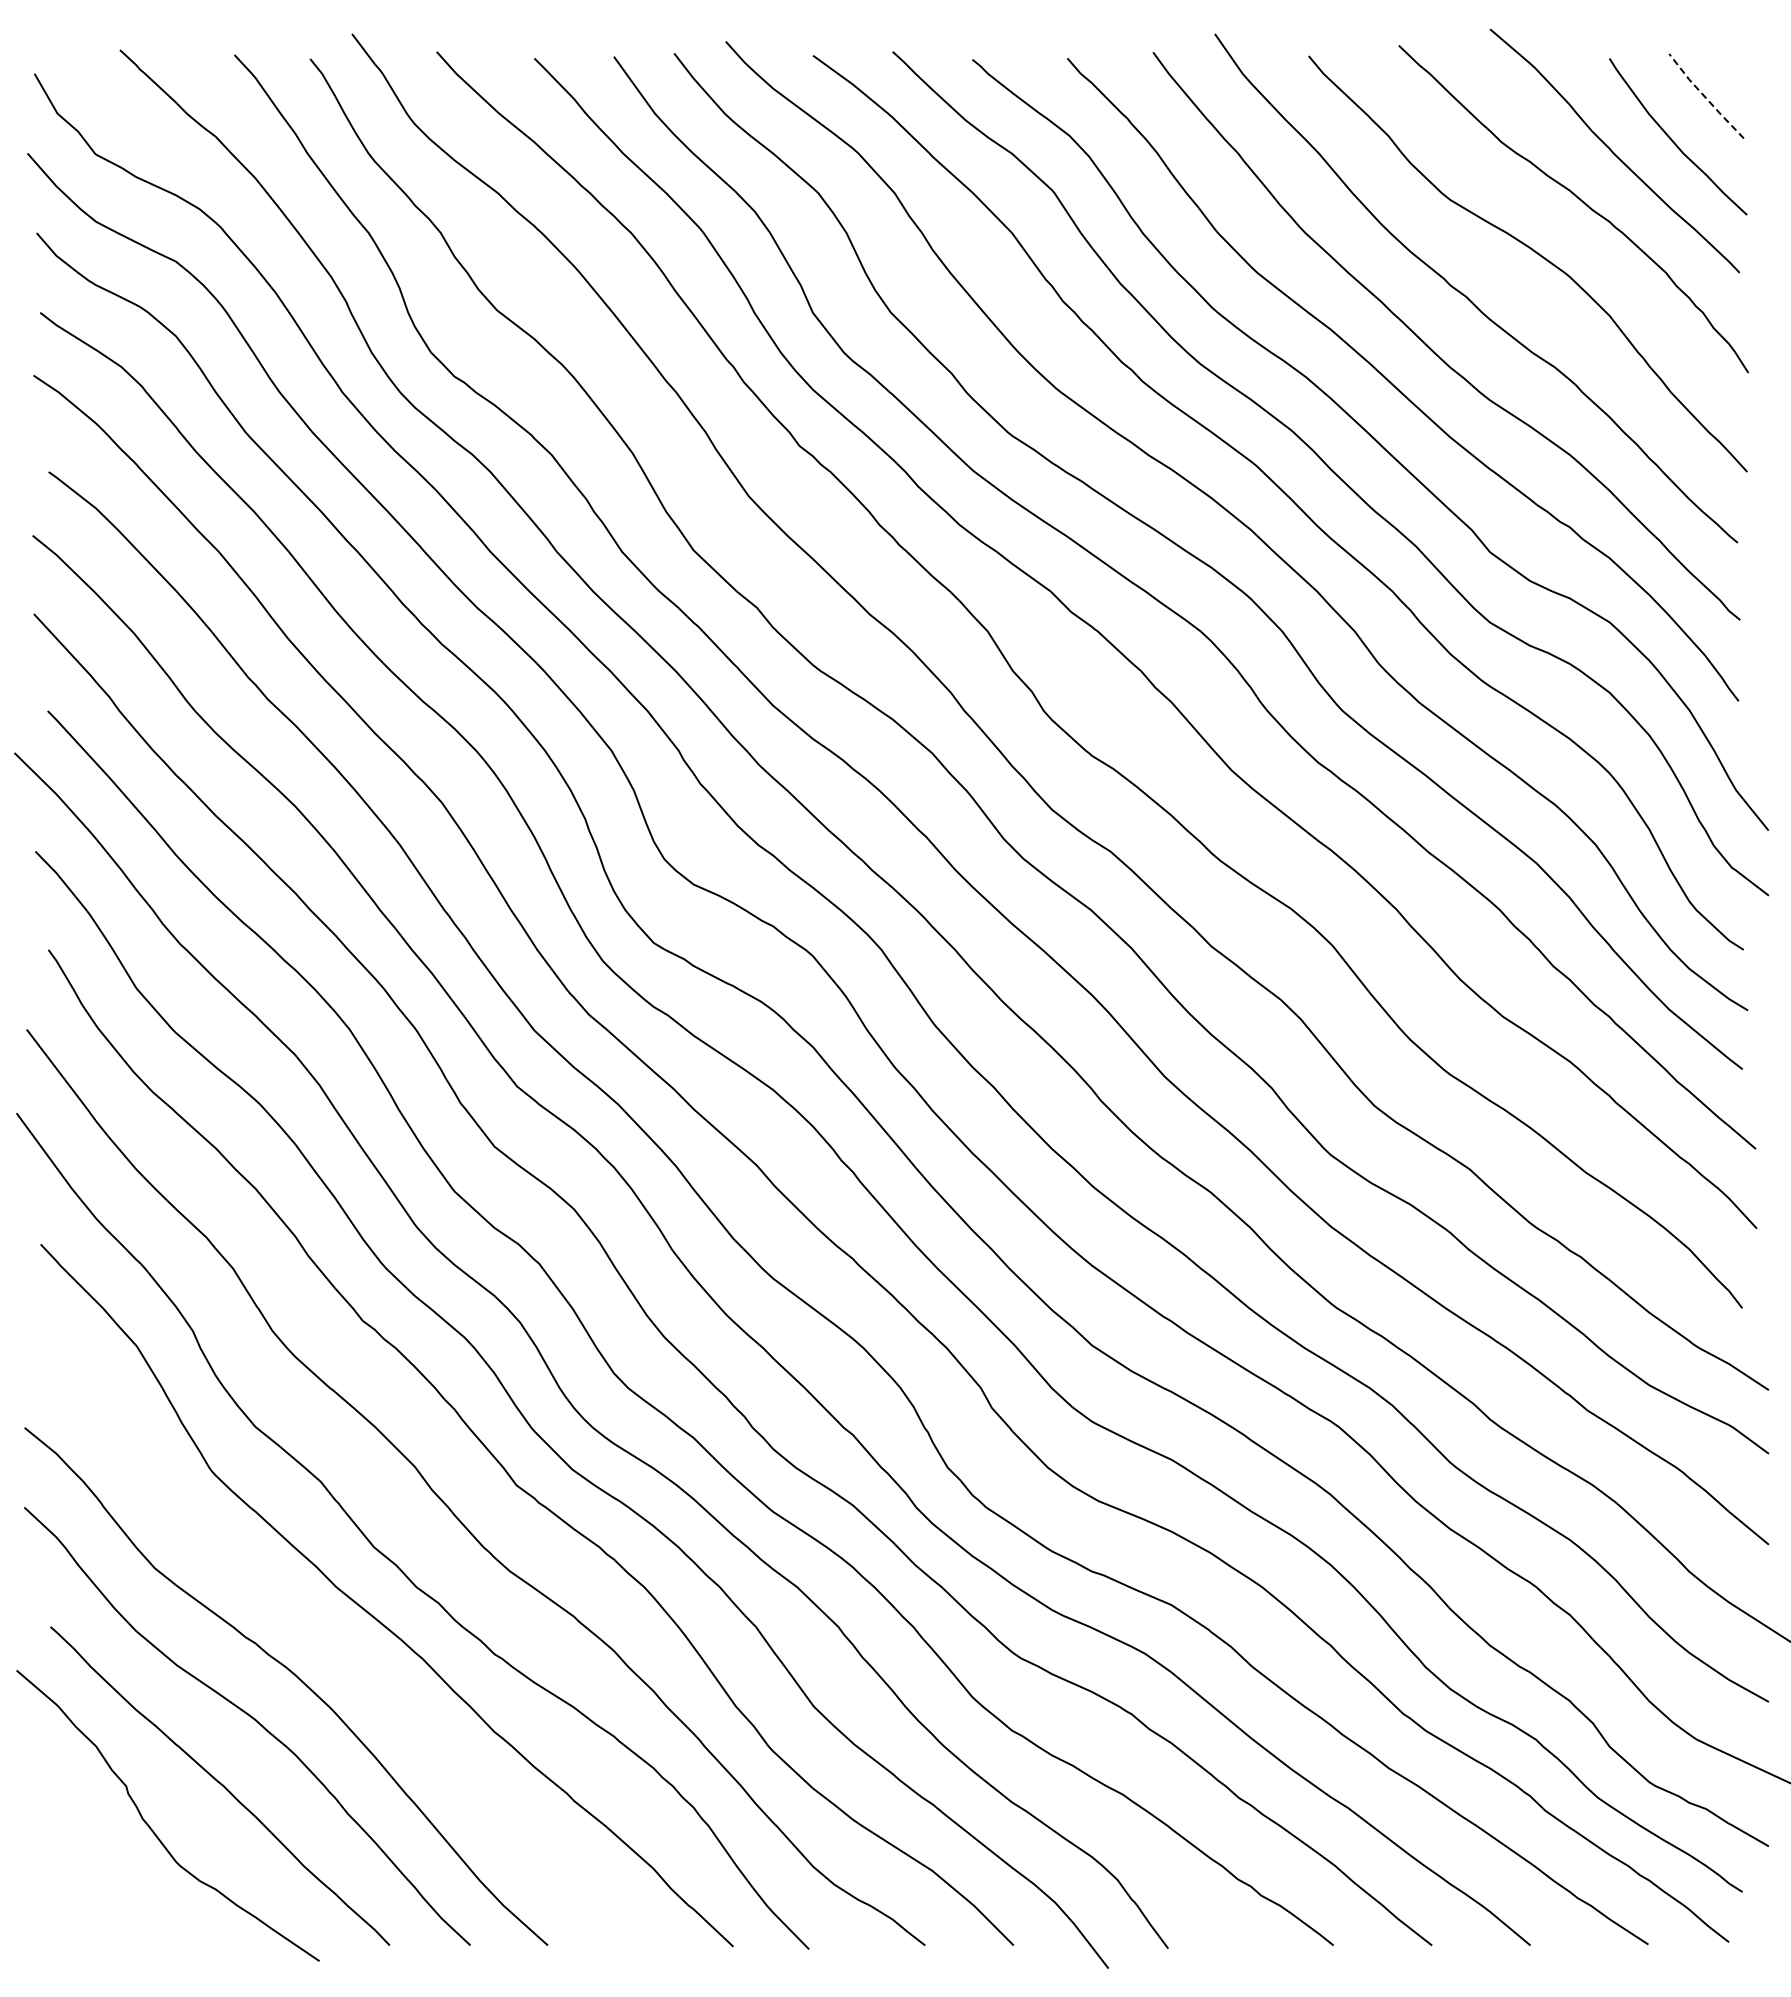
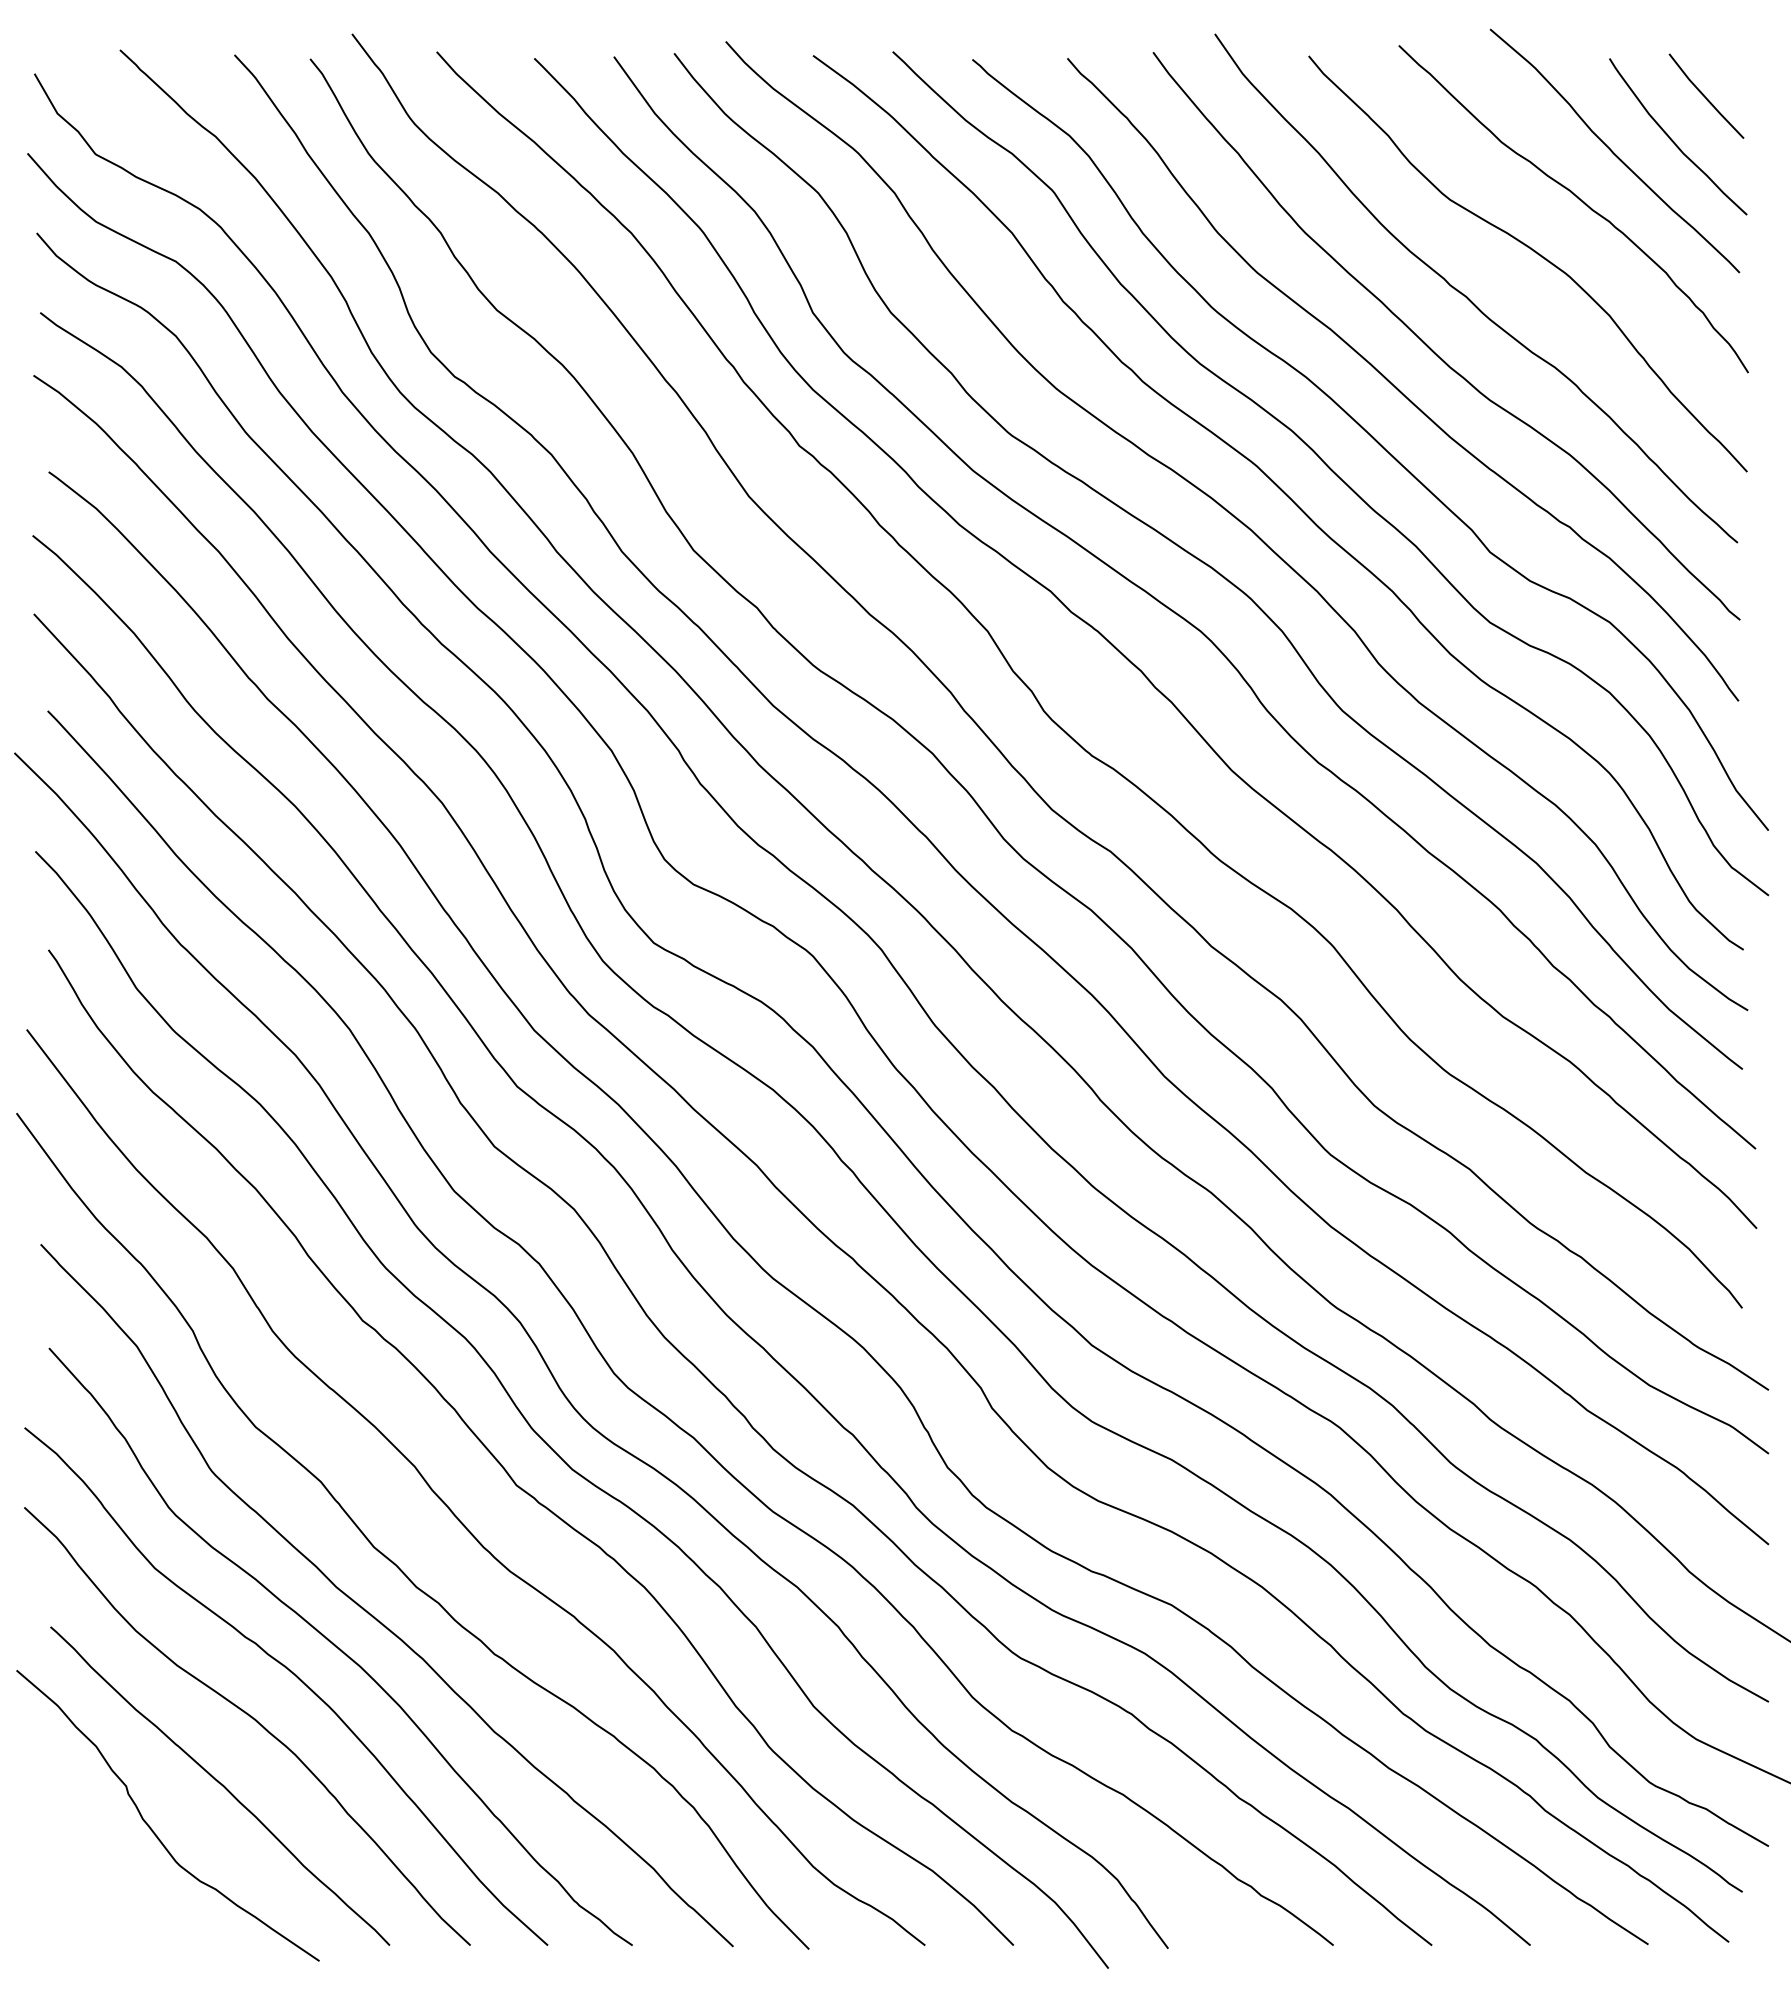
line at (1705, 97): dashed -> solid
curve at (339, 1647): none -> present
